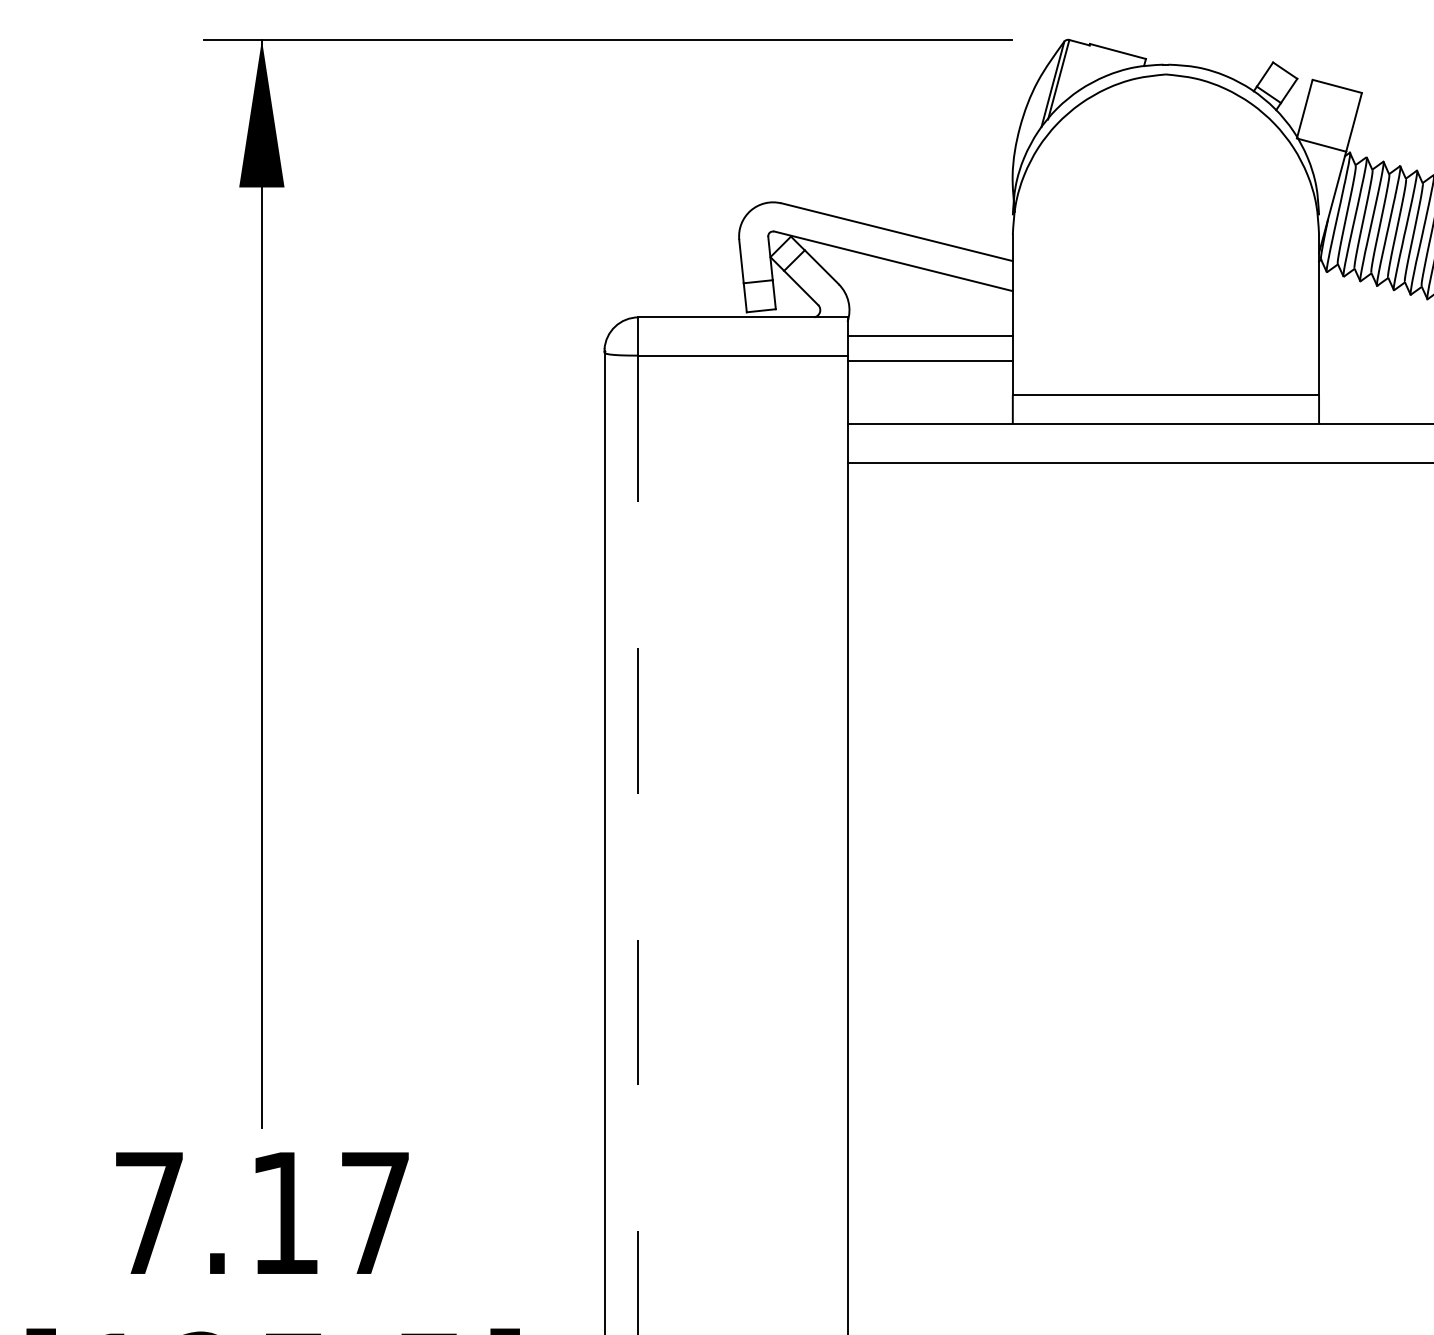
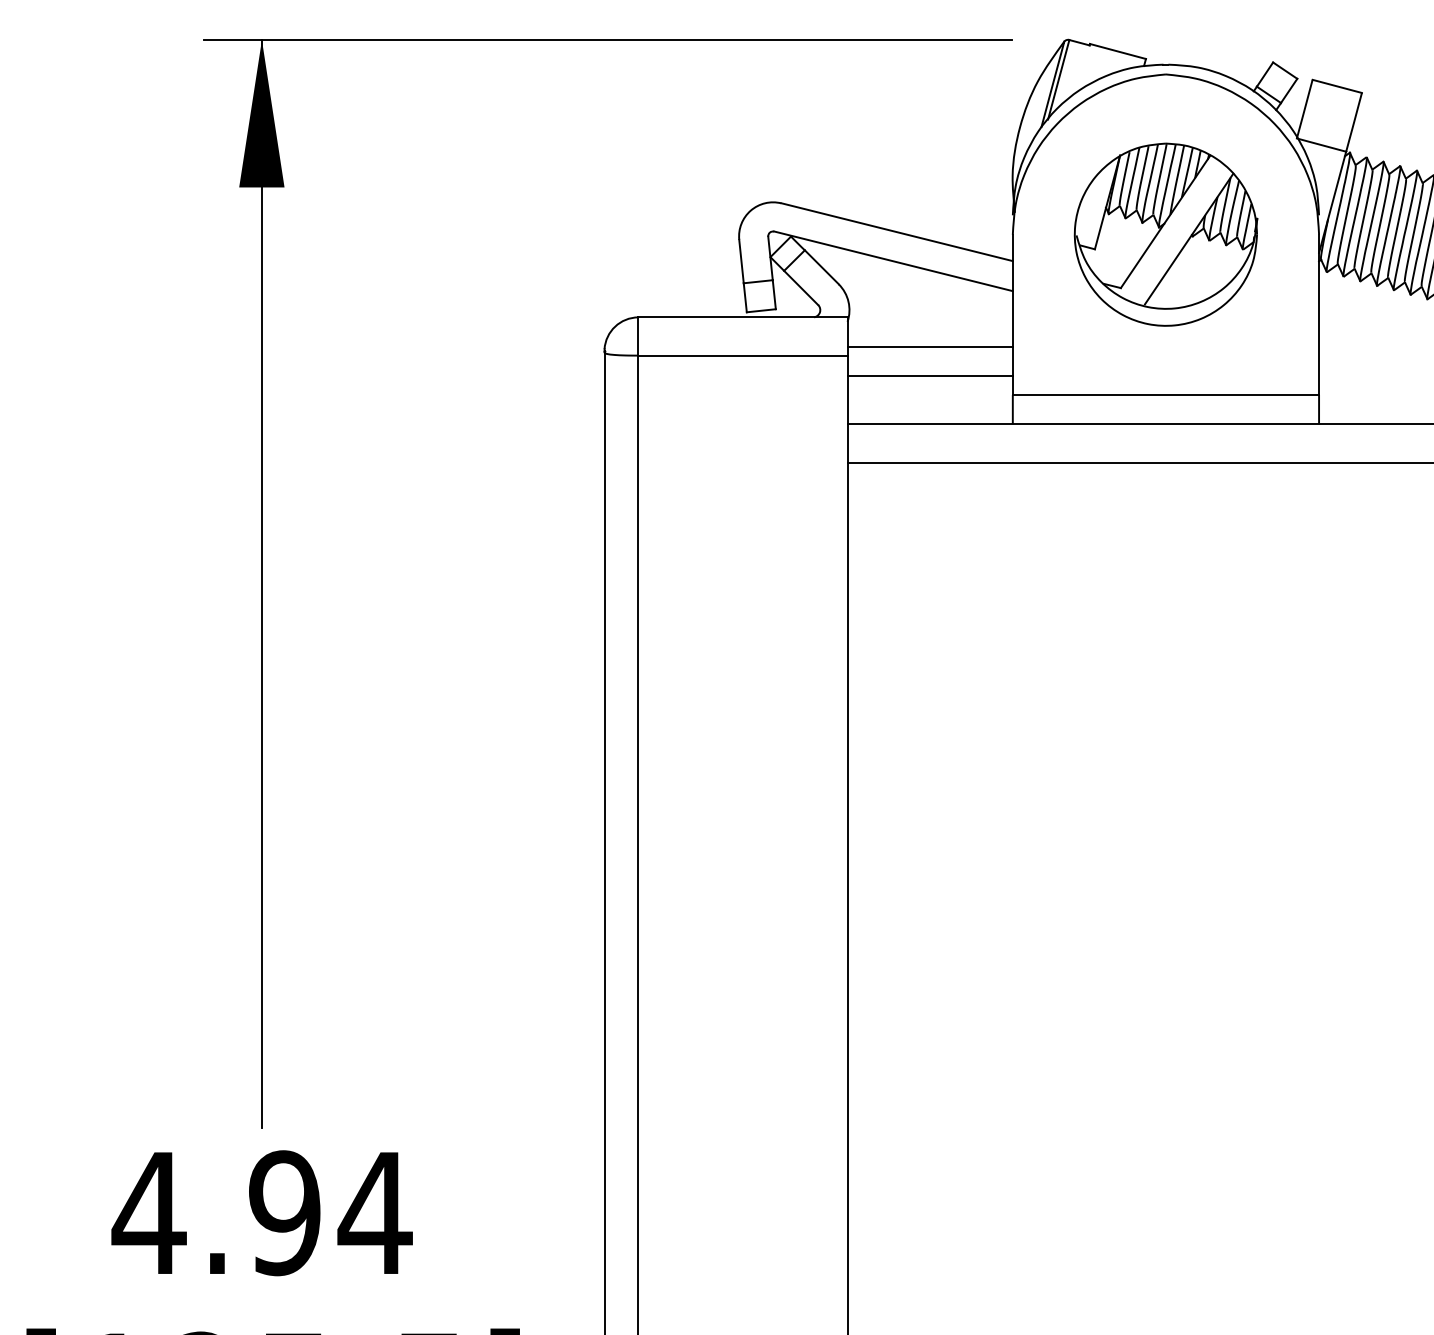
part at (1165, 234): none -> present
line at (929, 335) position: (929, 335) -> (929, 346)
line at (929, 360) position: (929, 360) -> (929, 375)
line at (638, 845): dashed -> solid
text at (261, 1213): 7.17 -> 4.94
